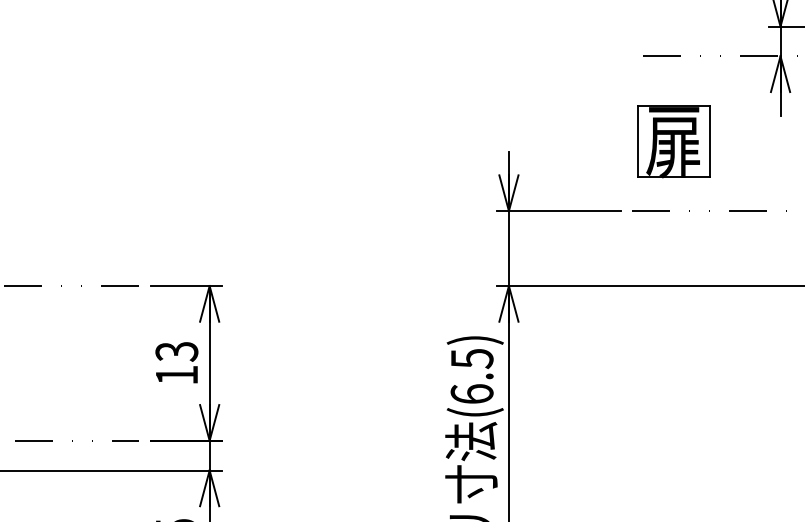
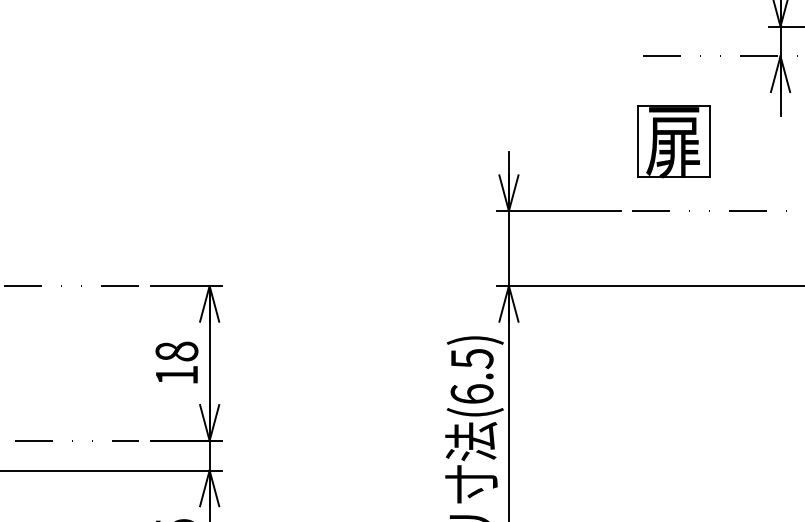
text at (176, 351): 13 -> 18
